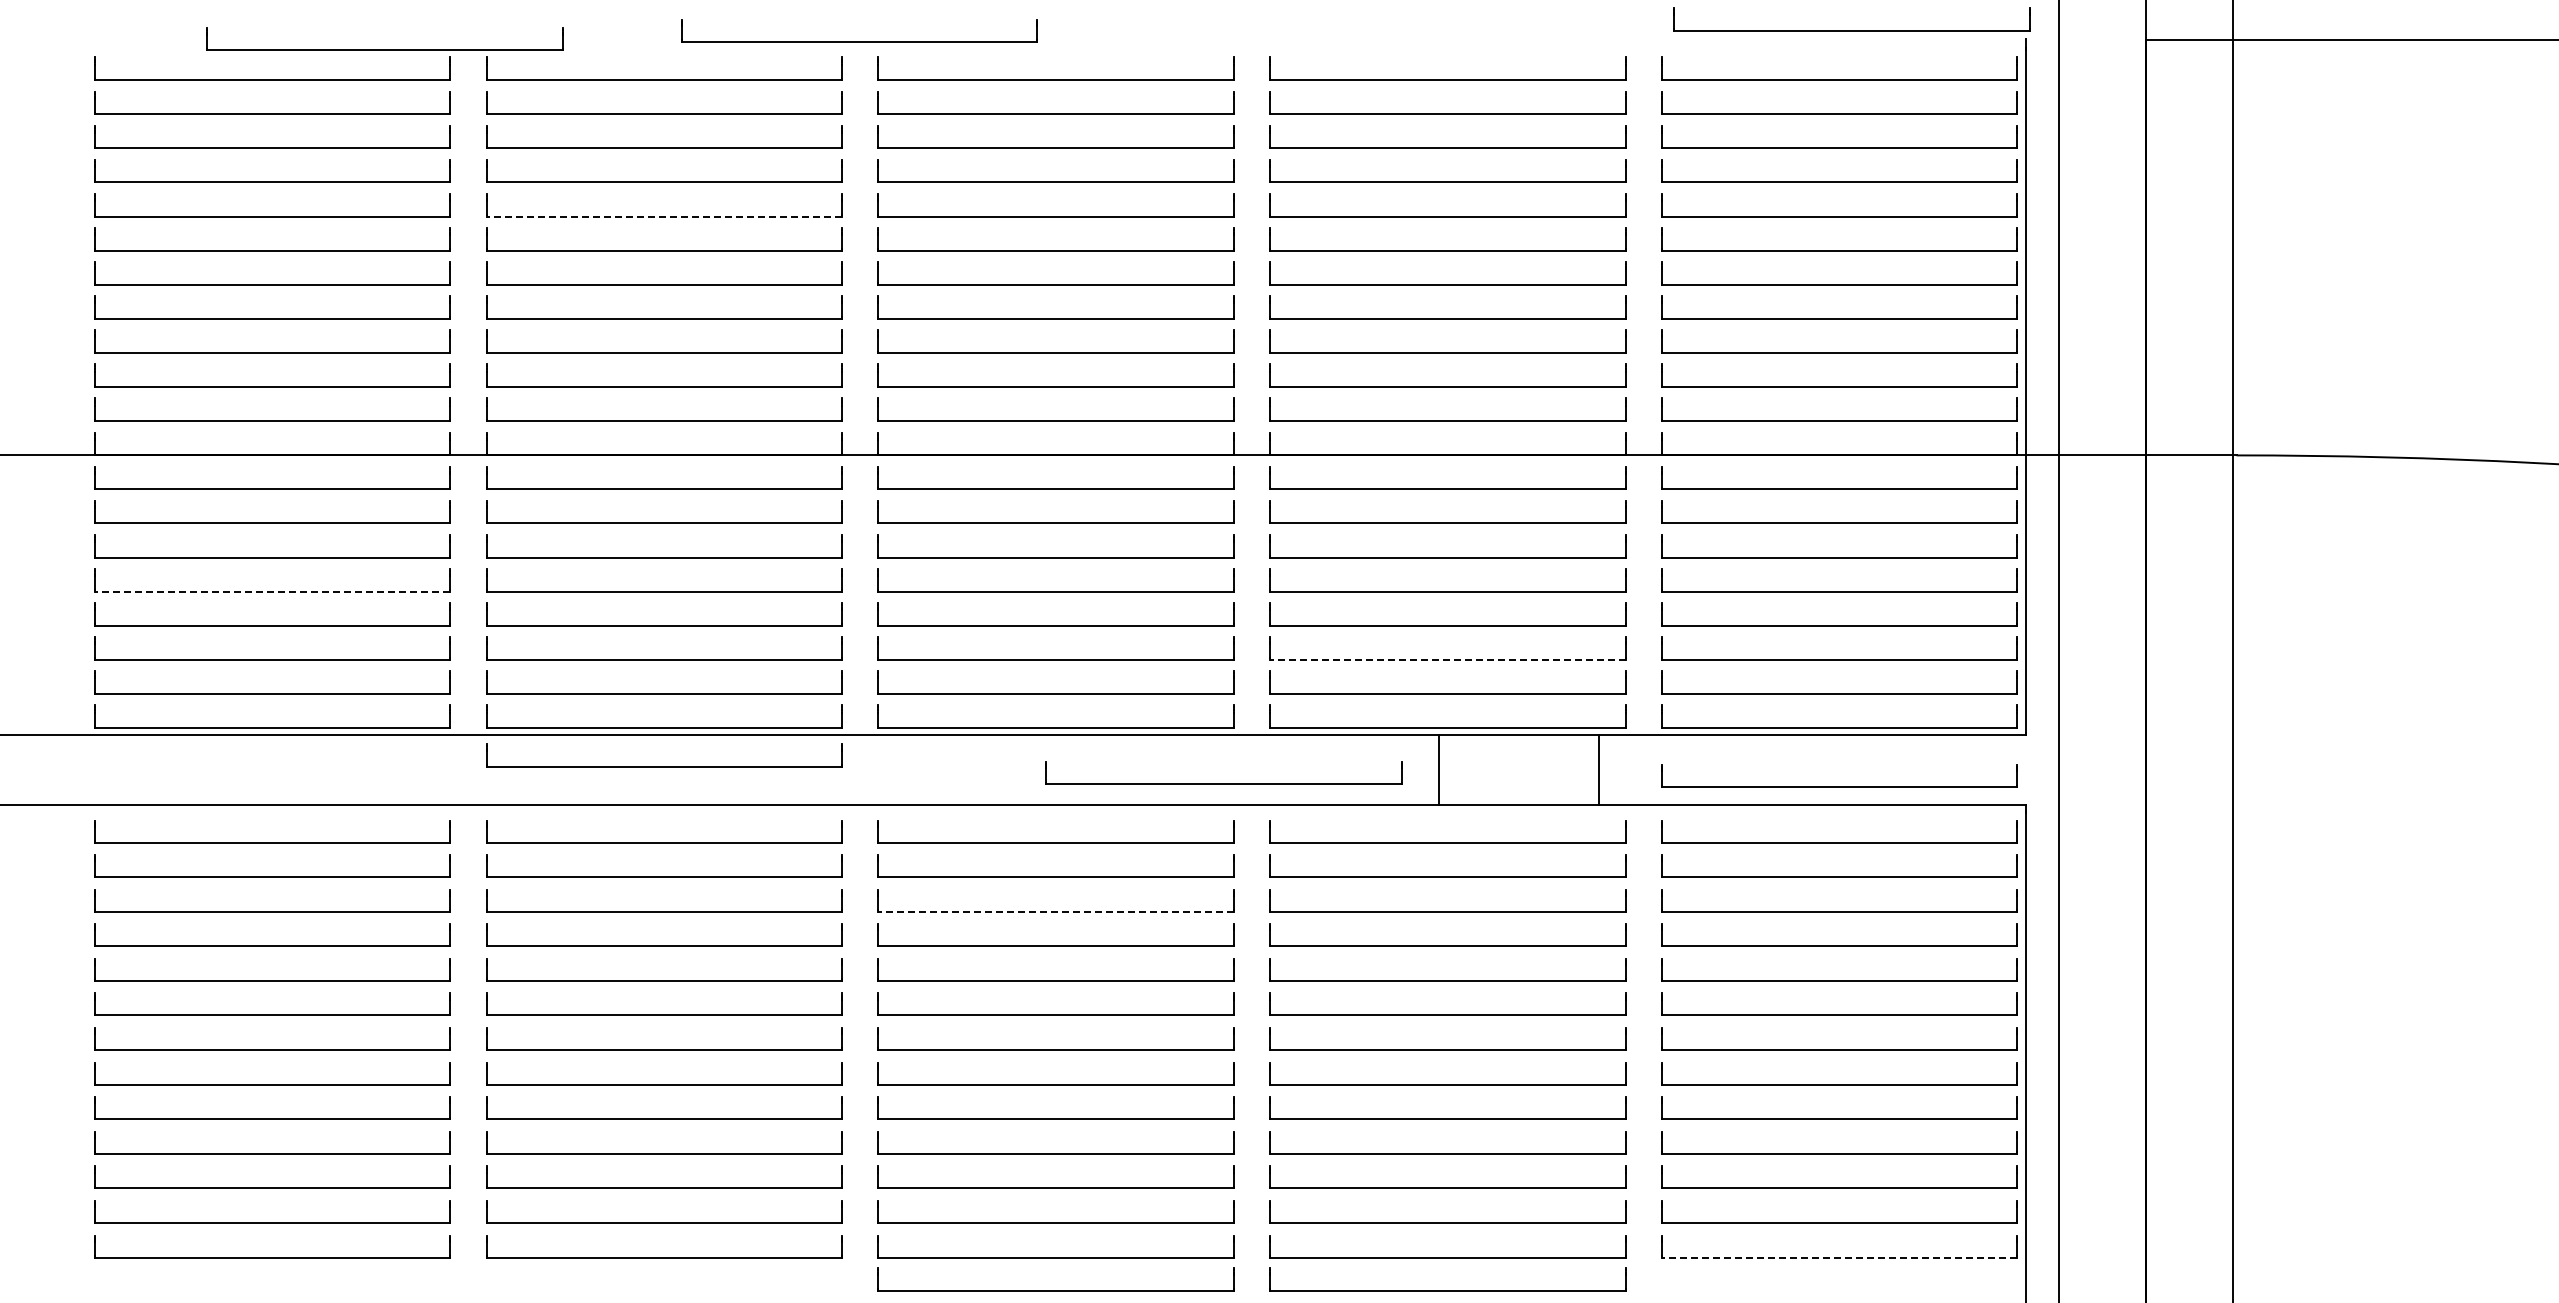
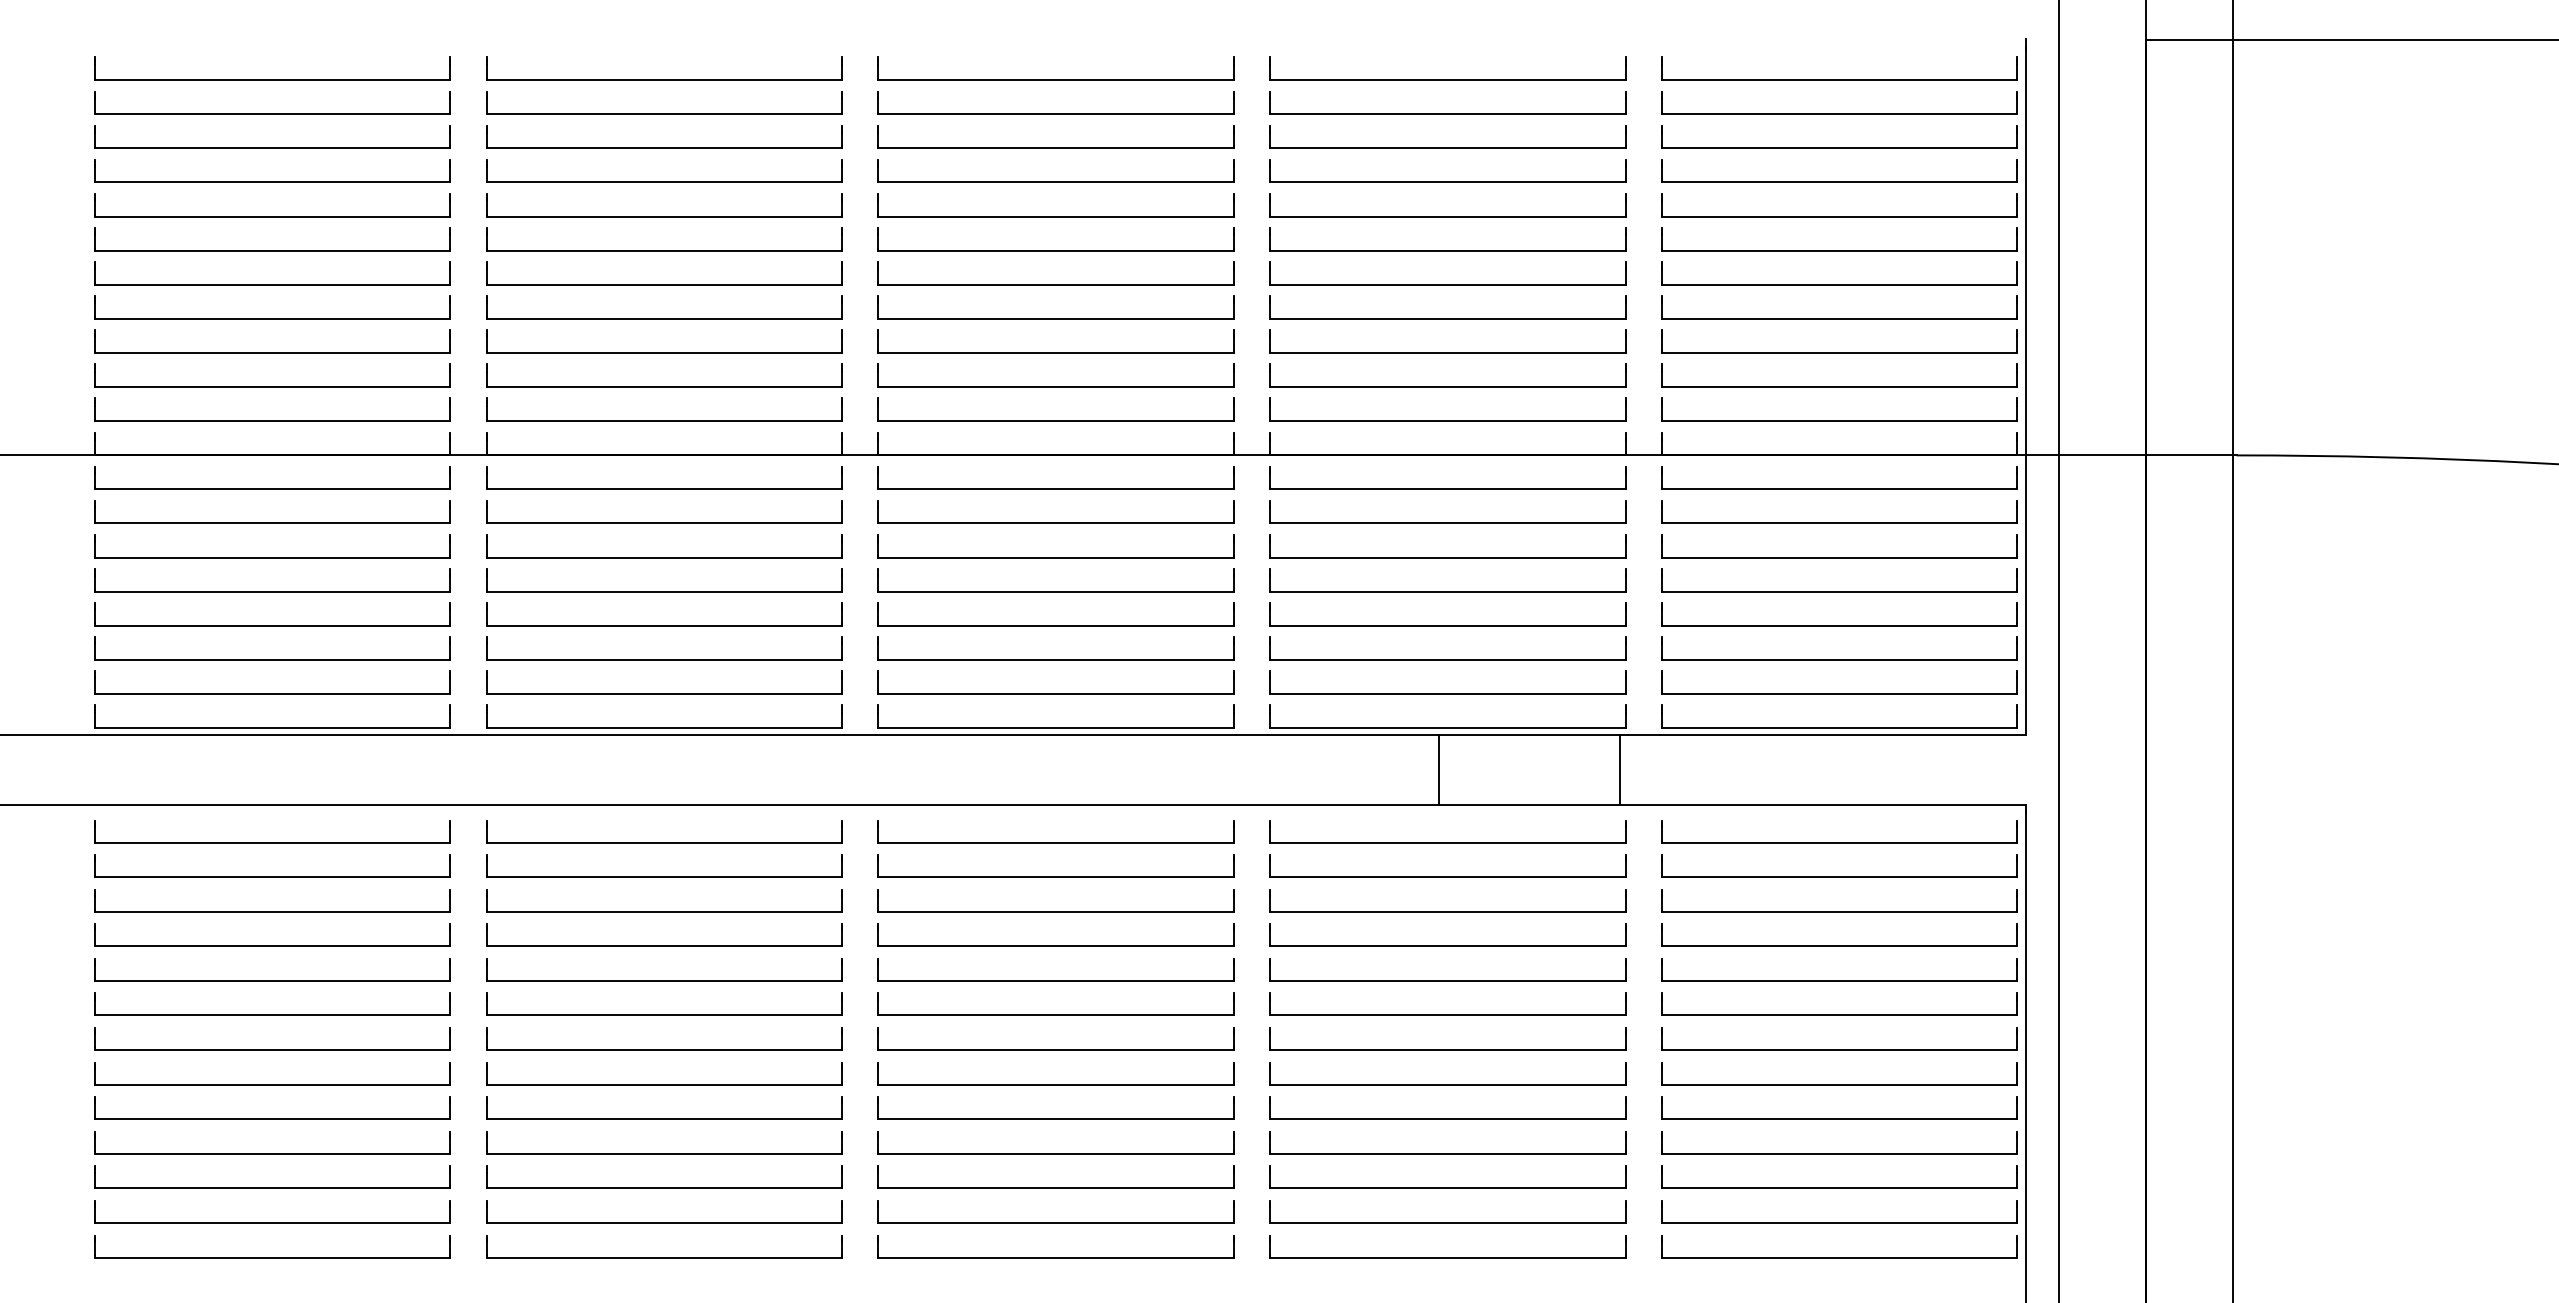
part at (1851, 30): present -> none
part at (859, 41): present -> none
part at (384, 49): present -> none
line at (664, 216): dashed -> solid
line at (272, 591): dashed -> solid
line at (1447, 659): dashed -> solid
part at (664, 766): present -> none
line at (1599, 769) position: (1599, 769) -> (1620, 769)
part at (1223, 783): present -> none
part at (1839, 786): present -> none
line at (1056, 911): dashed -> solid
line at (1839, 1257): dashed -> solid
part at (1055, 1290): present -> none
part at (1447, 1290): present -> none
